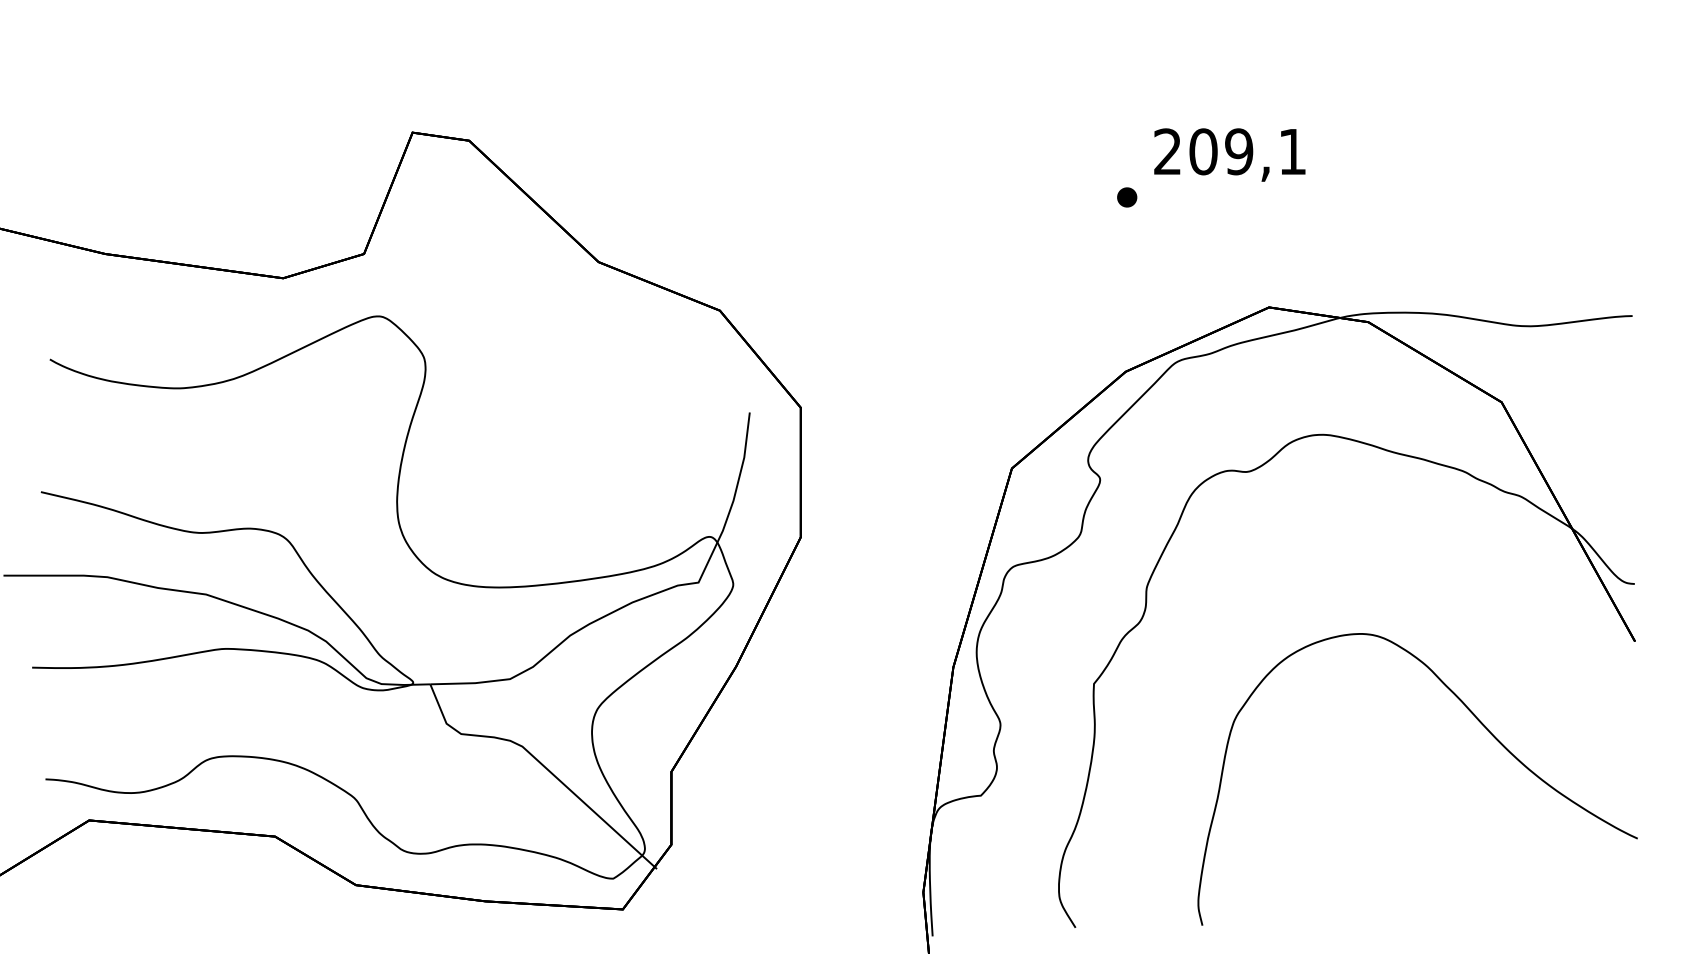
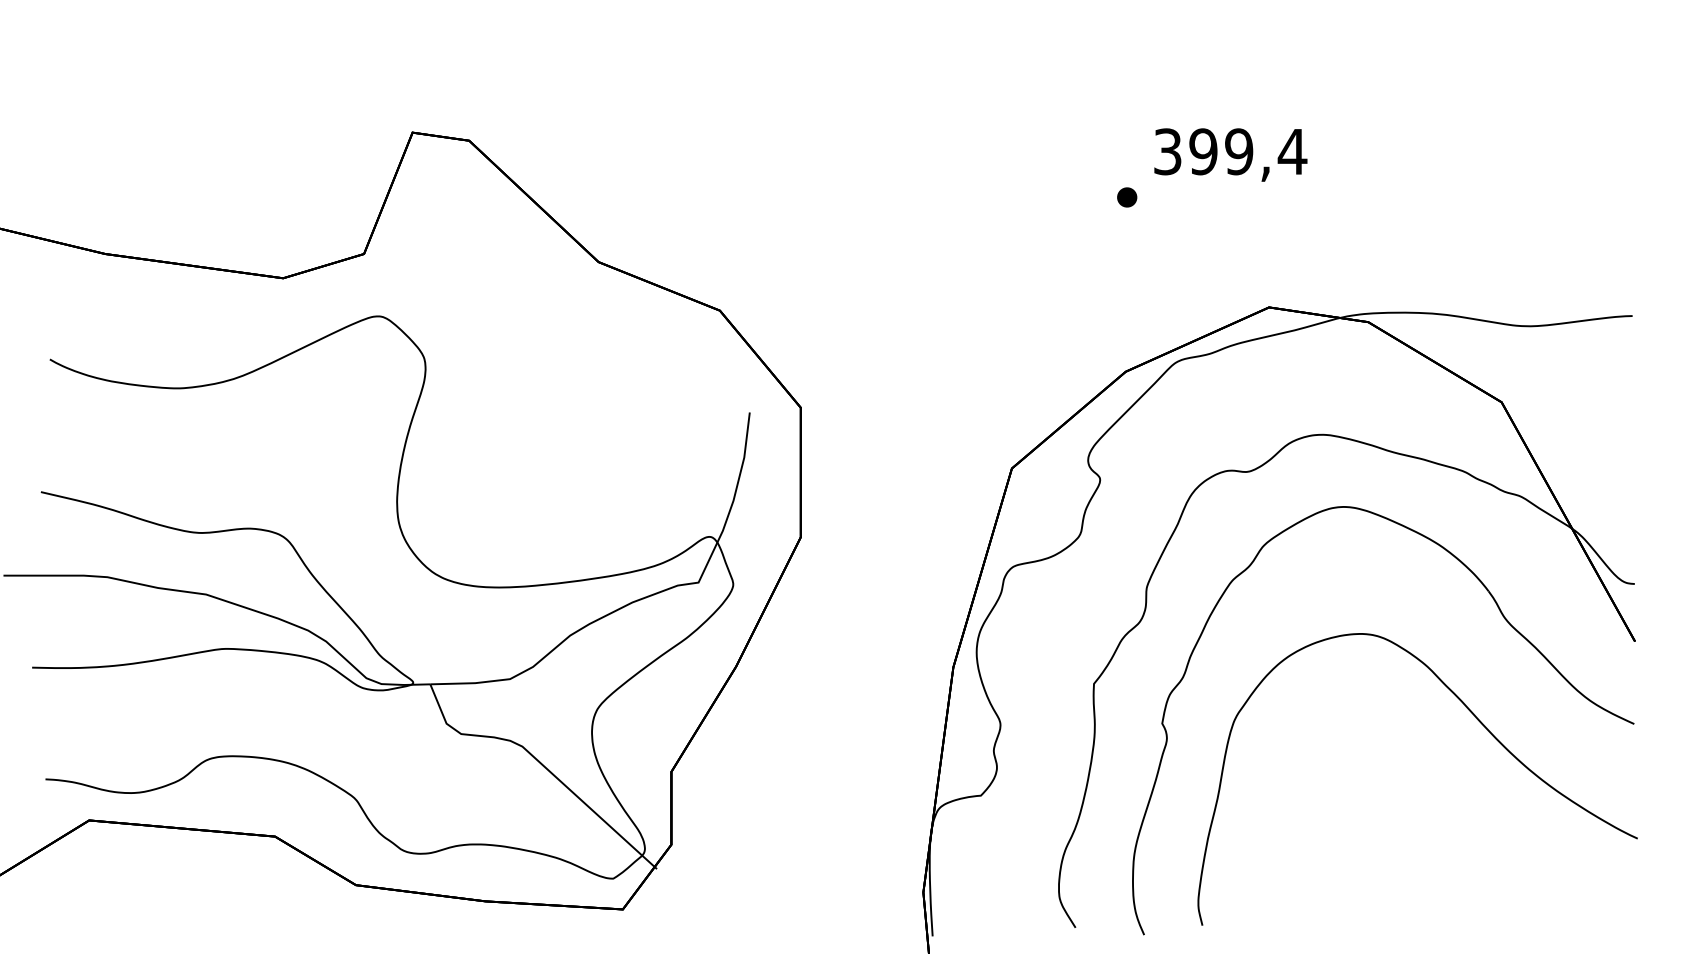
text at (1230, 151): 209,1 -> 399,4
part at (1504, 619): none -> present
